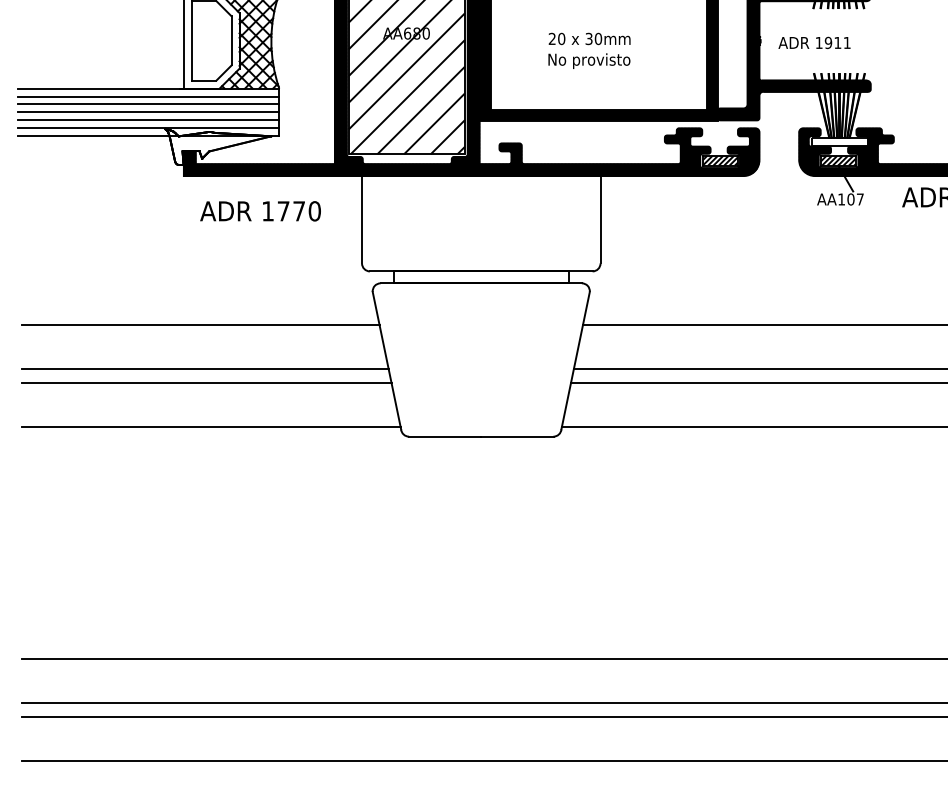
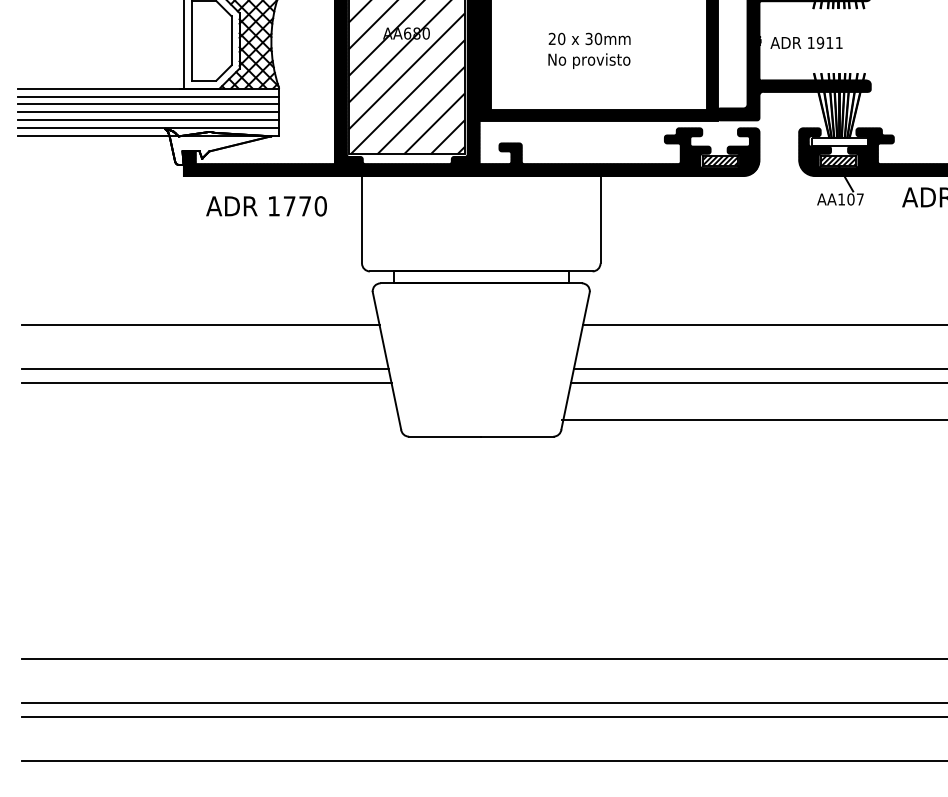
text at (814, 42) position: (814, 42) -> (806, 42)
text at (260, 211) position: (260, 211) -> (266, 206)
line at (211, 426): present -> none
line at (752, 426) position: (752, 426) -> (752, 419)
